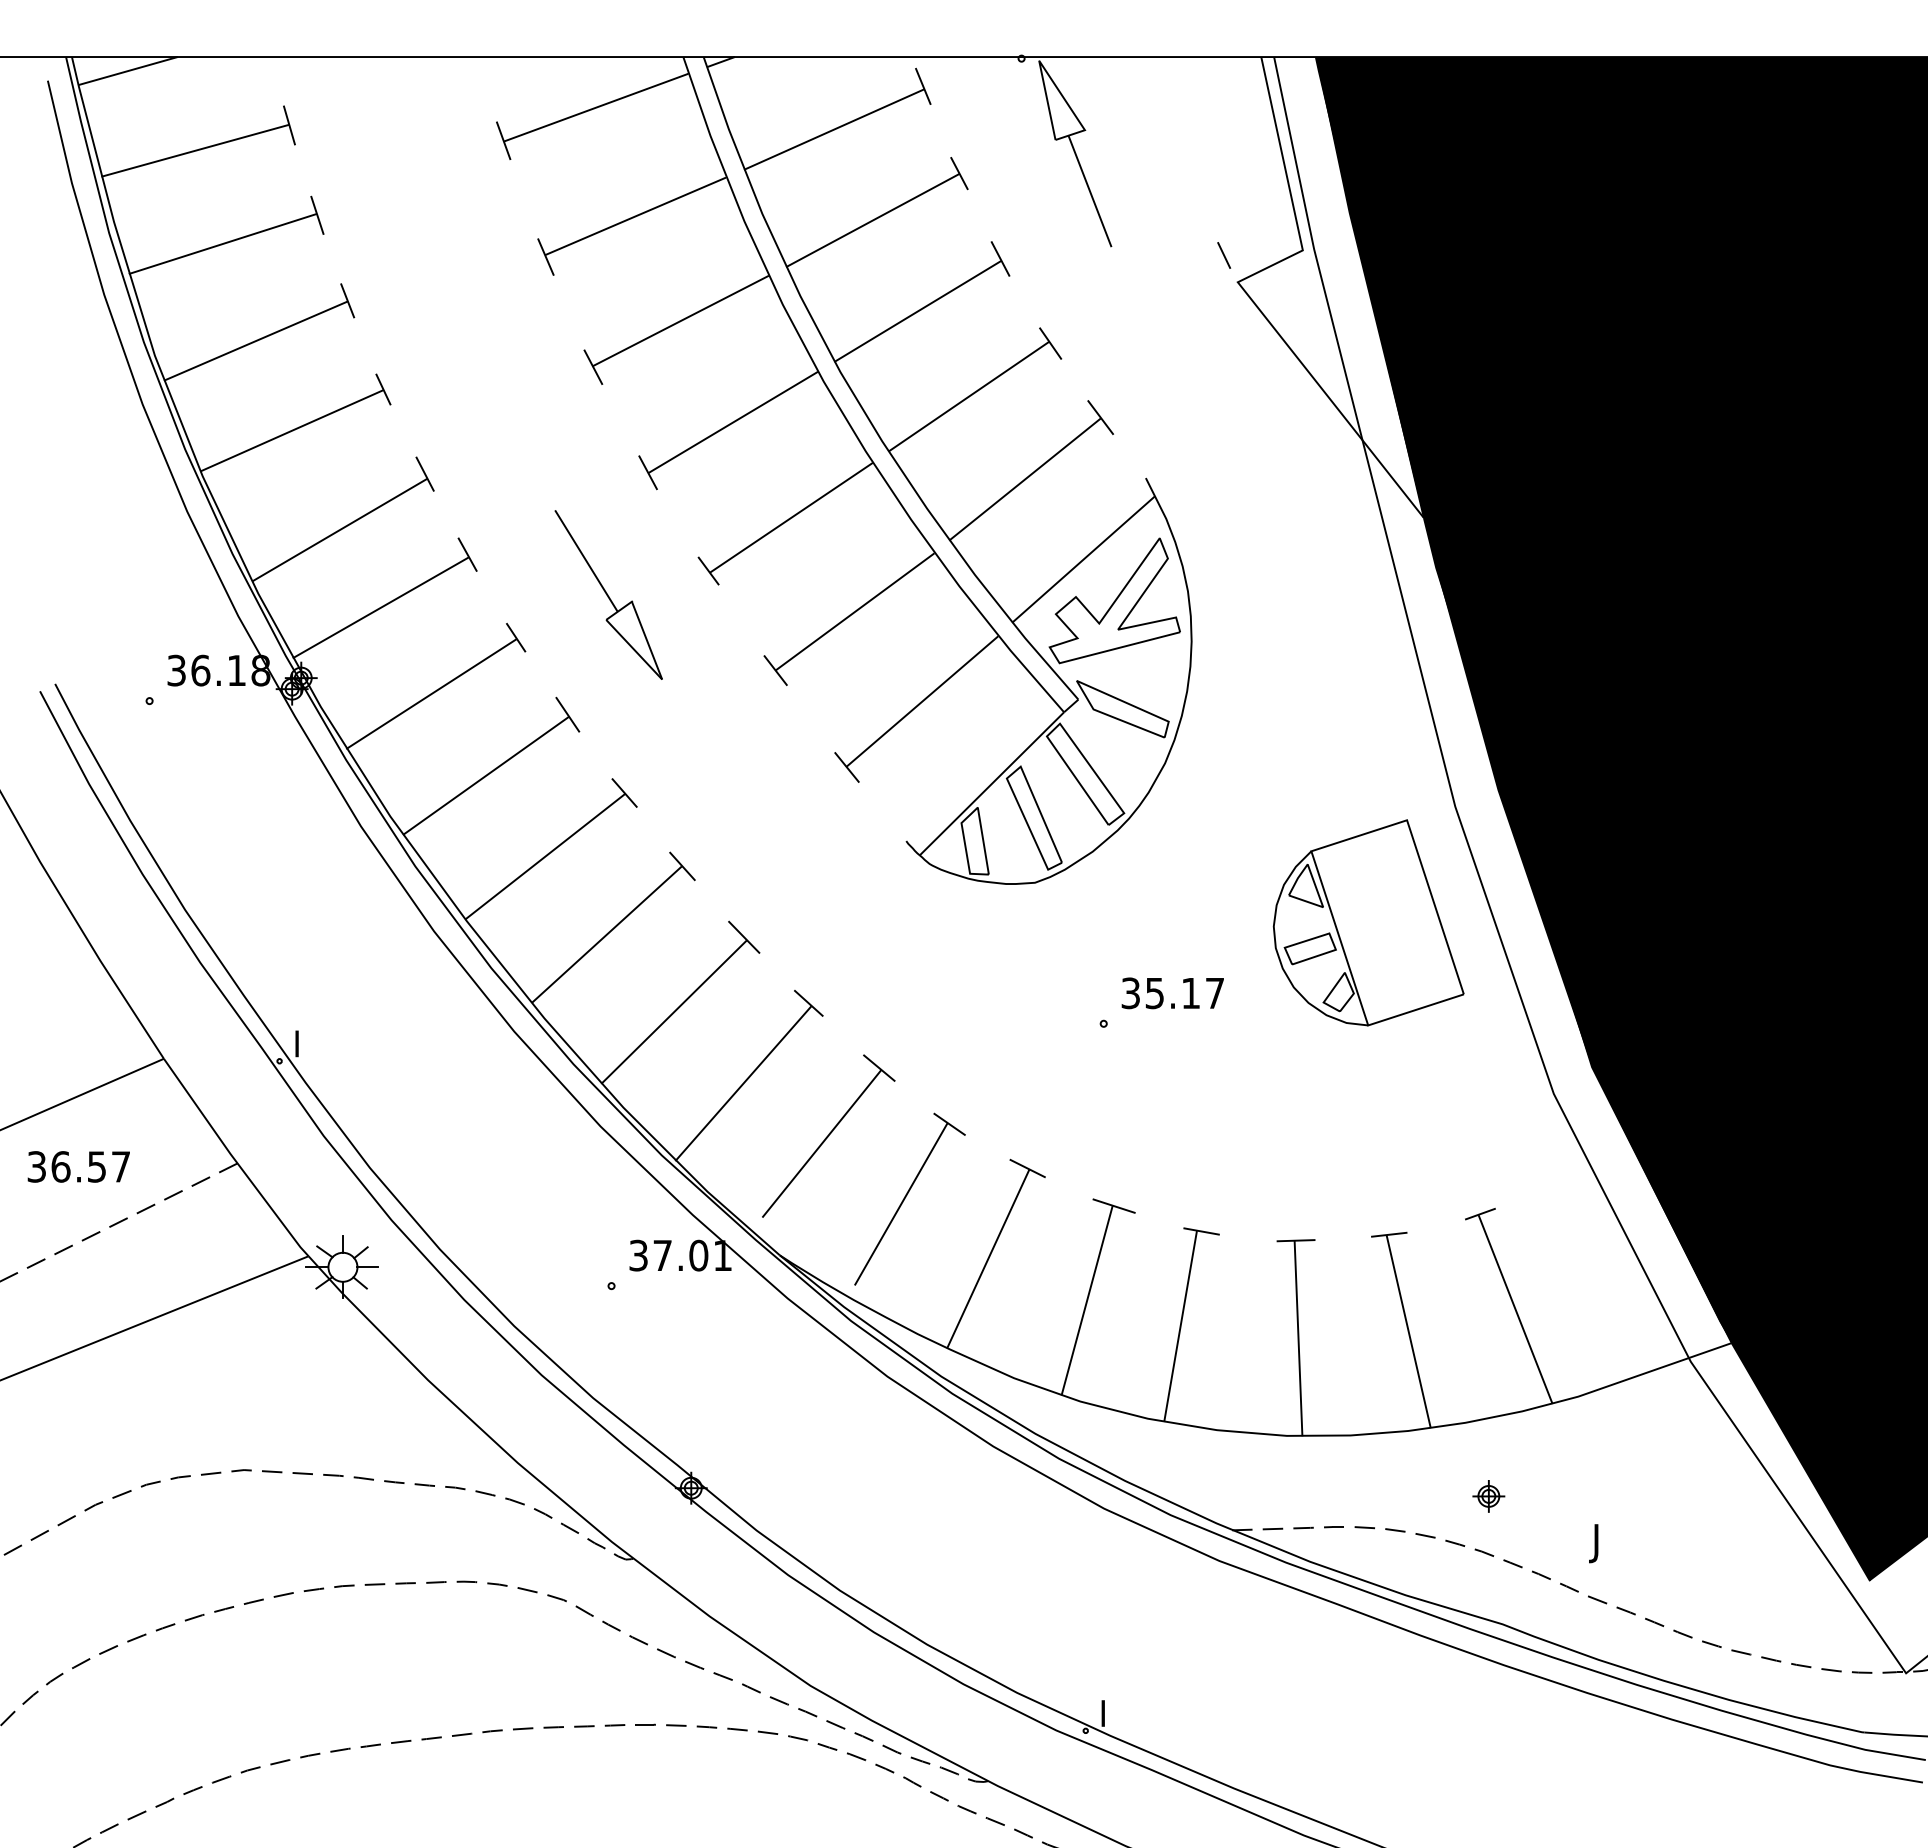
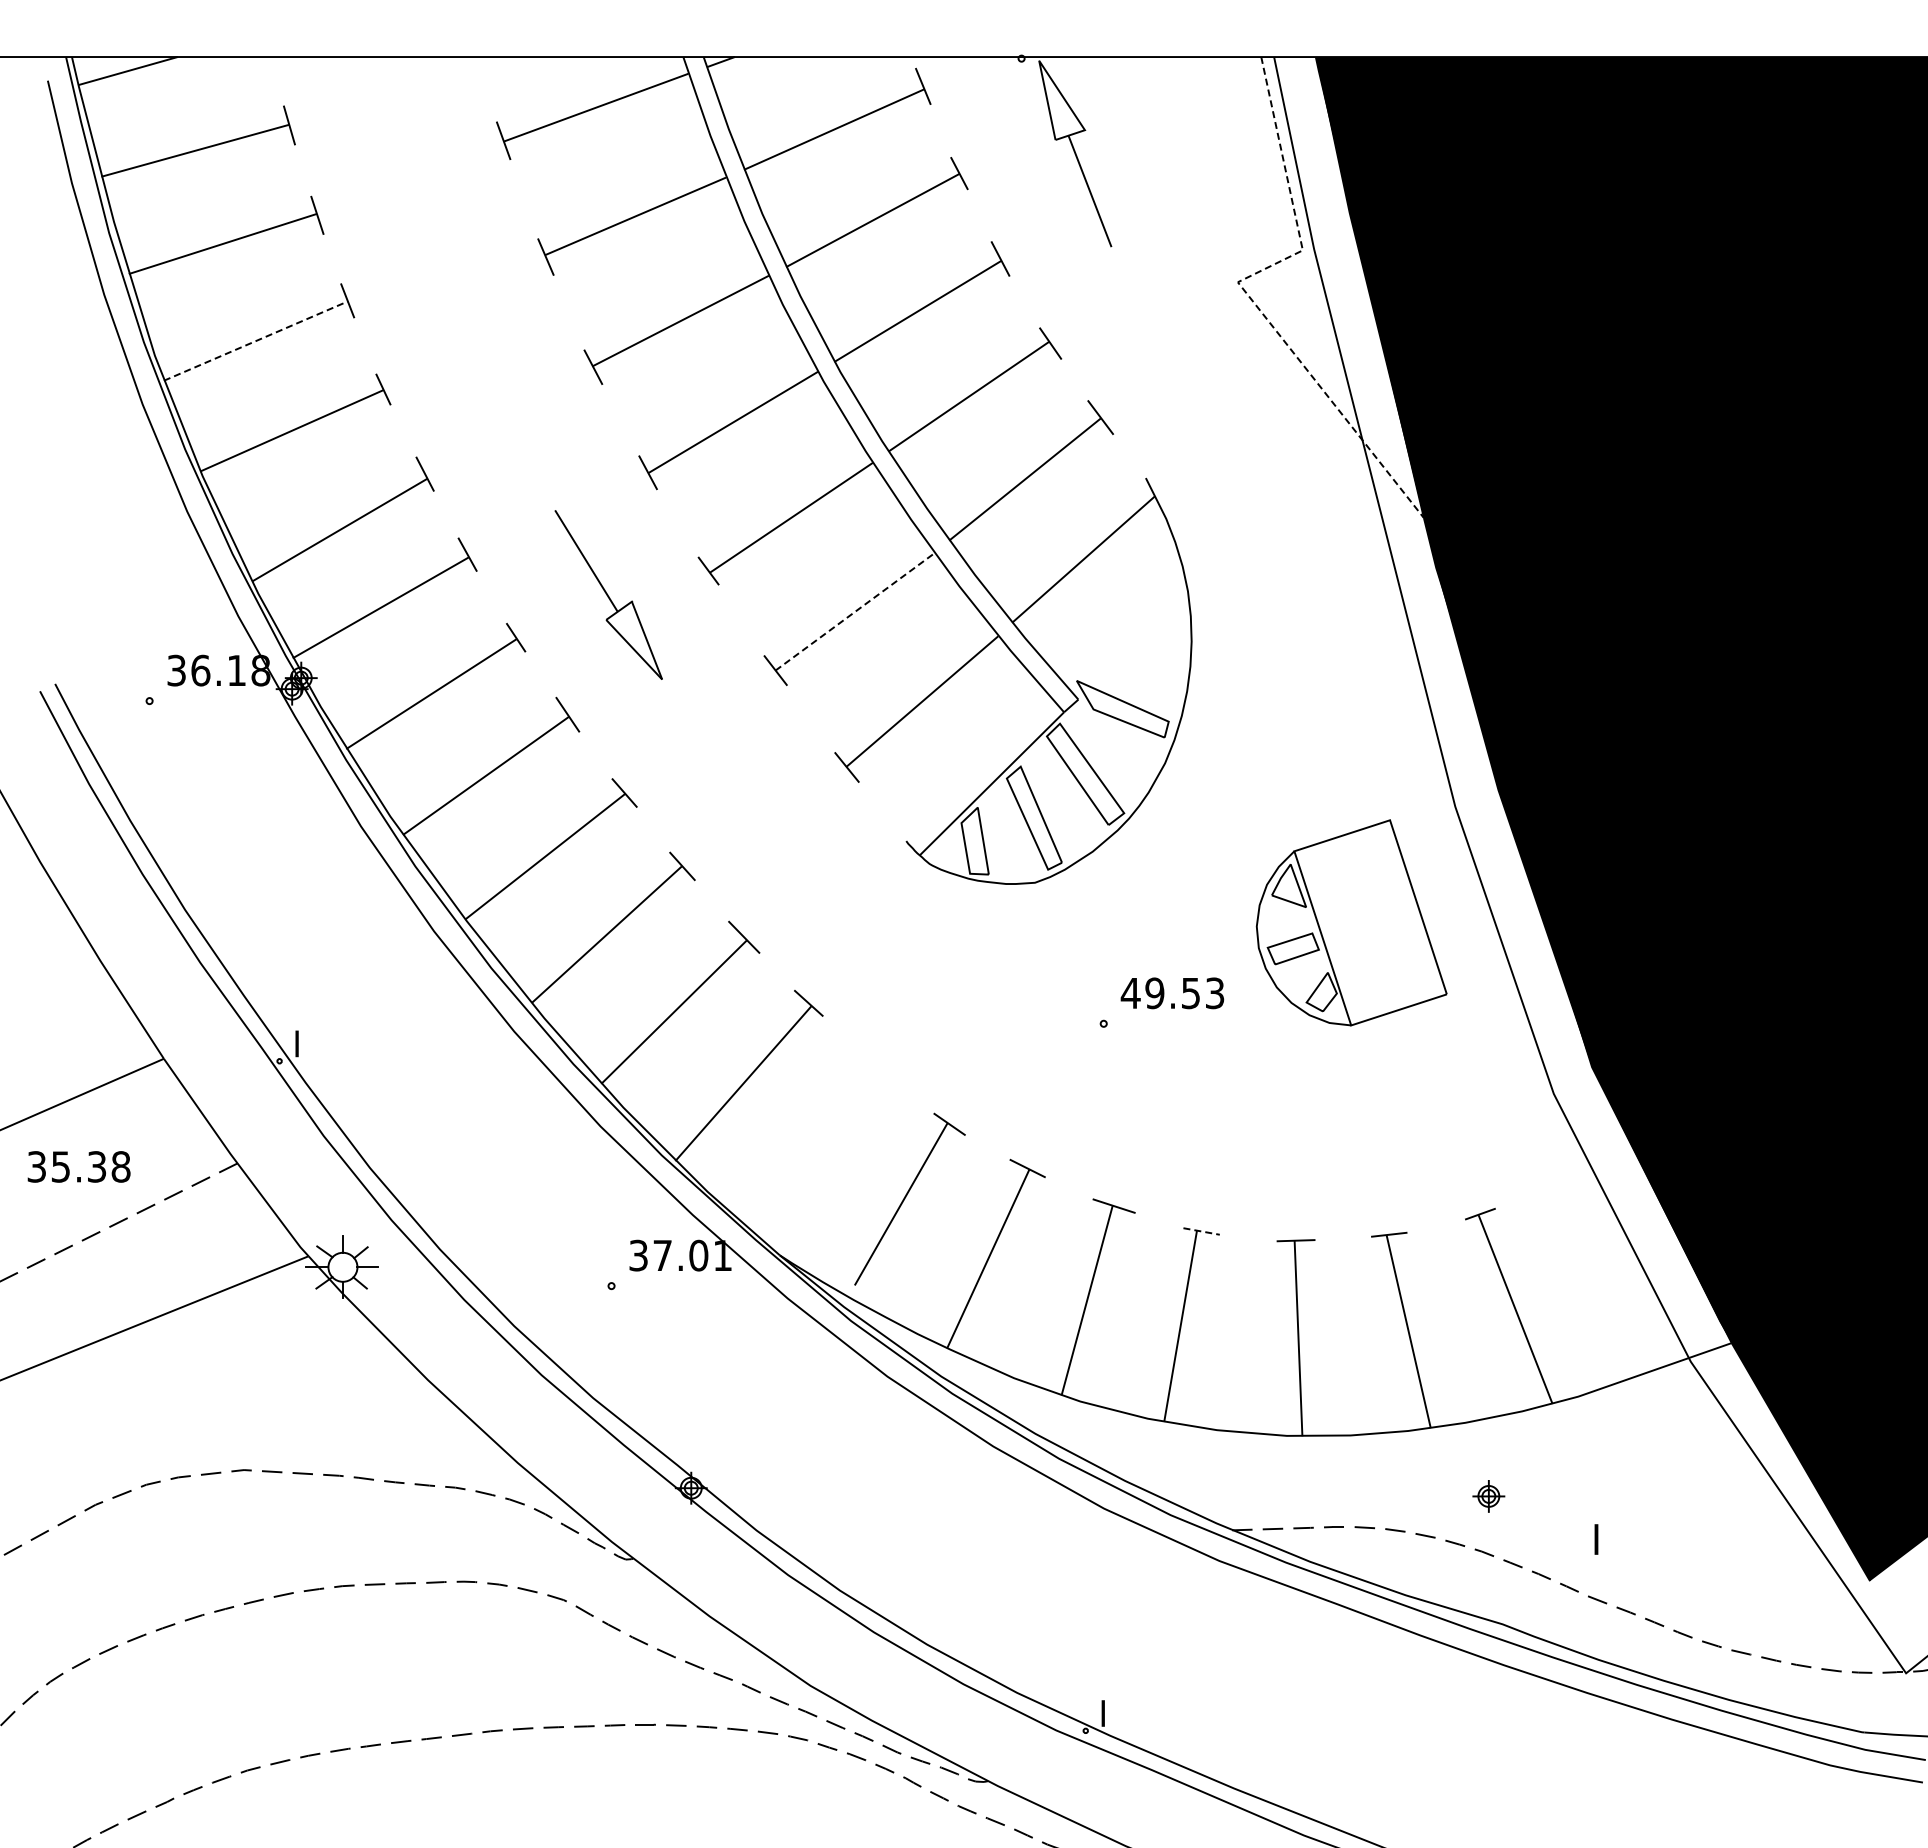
line at (1224, 255): present -> none
line at (1246, 293): solid -> dashed
line at (256, 340): solid -> dashed
part at (1114, 600): present -> none
line at (855, 611): solid -> dashed
part at (1368, 922) position: (1368, 922) -> (1351, 922)
text at (1172, 993): 35.17 -> 49.53
part at (828, 1135): present -> none
text at (90, 1166): 36.57 -> 35.38
line at (1202, 1231): solid -> dashed
text at (1593, 1558): J -> I
